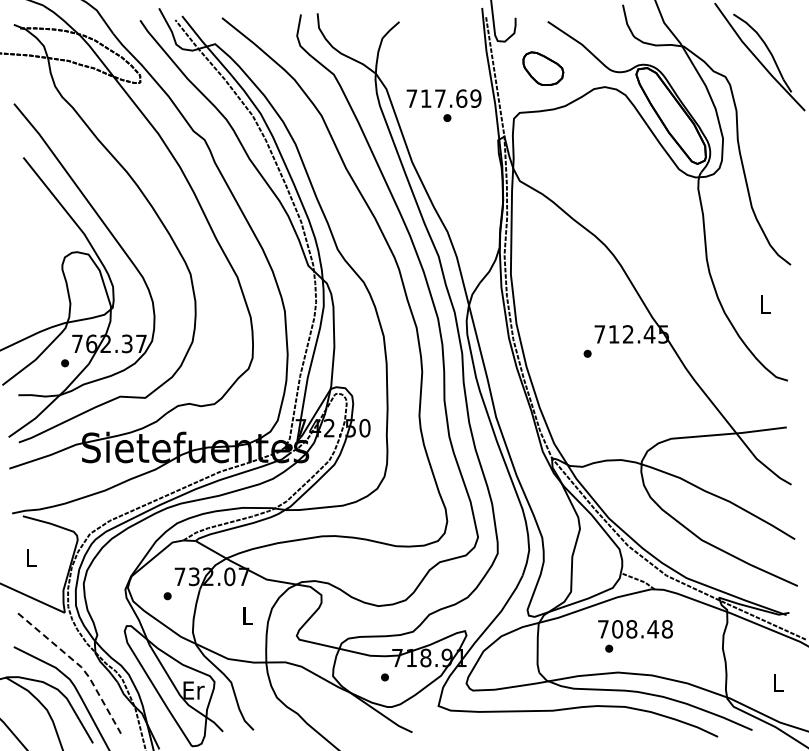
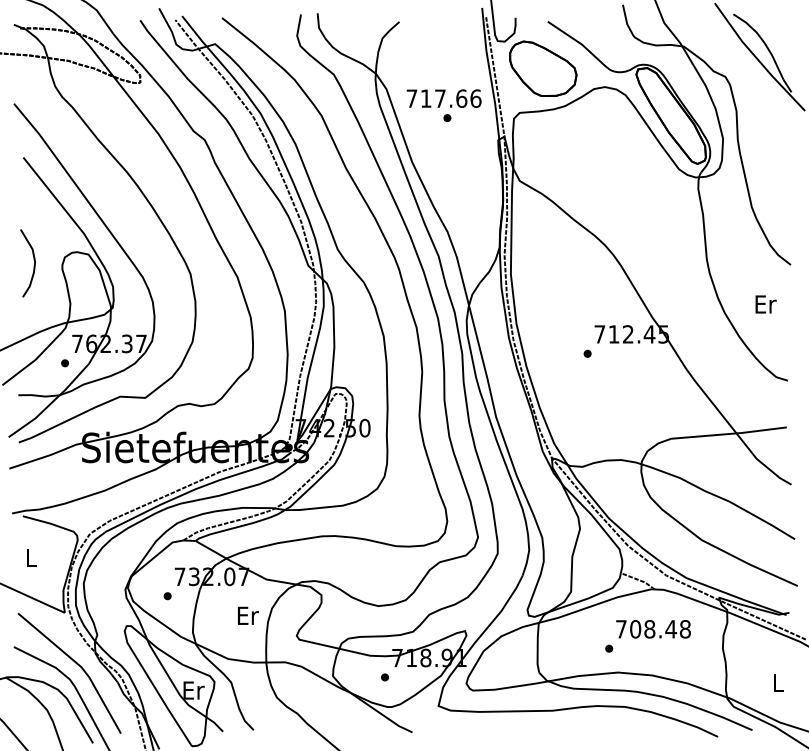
part at (543, 68) size: 43x35 px -> 69x57 px
text at (475, 98): 717.69 -> 717.66
curve at (33, 265): none -> present
text at (765, 304): L -> Er
text at (248, 615): L -> Er
text at (635, 629) position: (635, 629) -> (653, 629)
line at (79, 665): dashed -> solid
